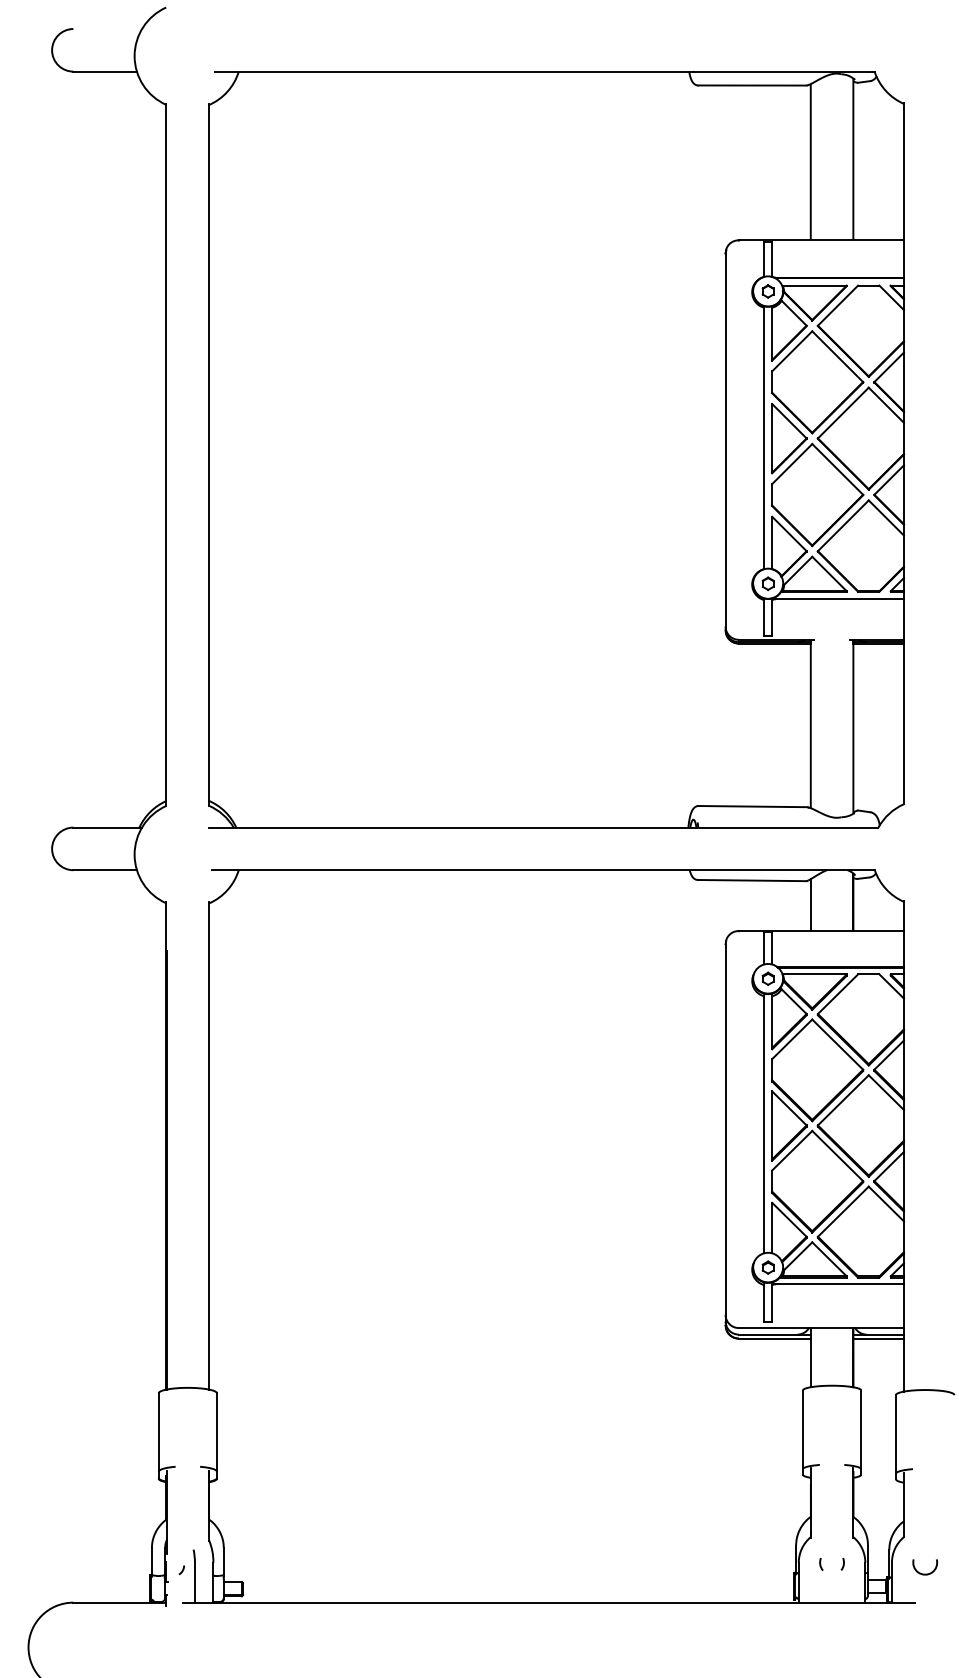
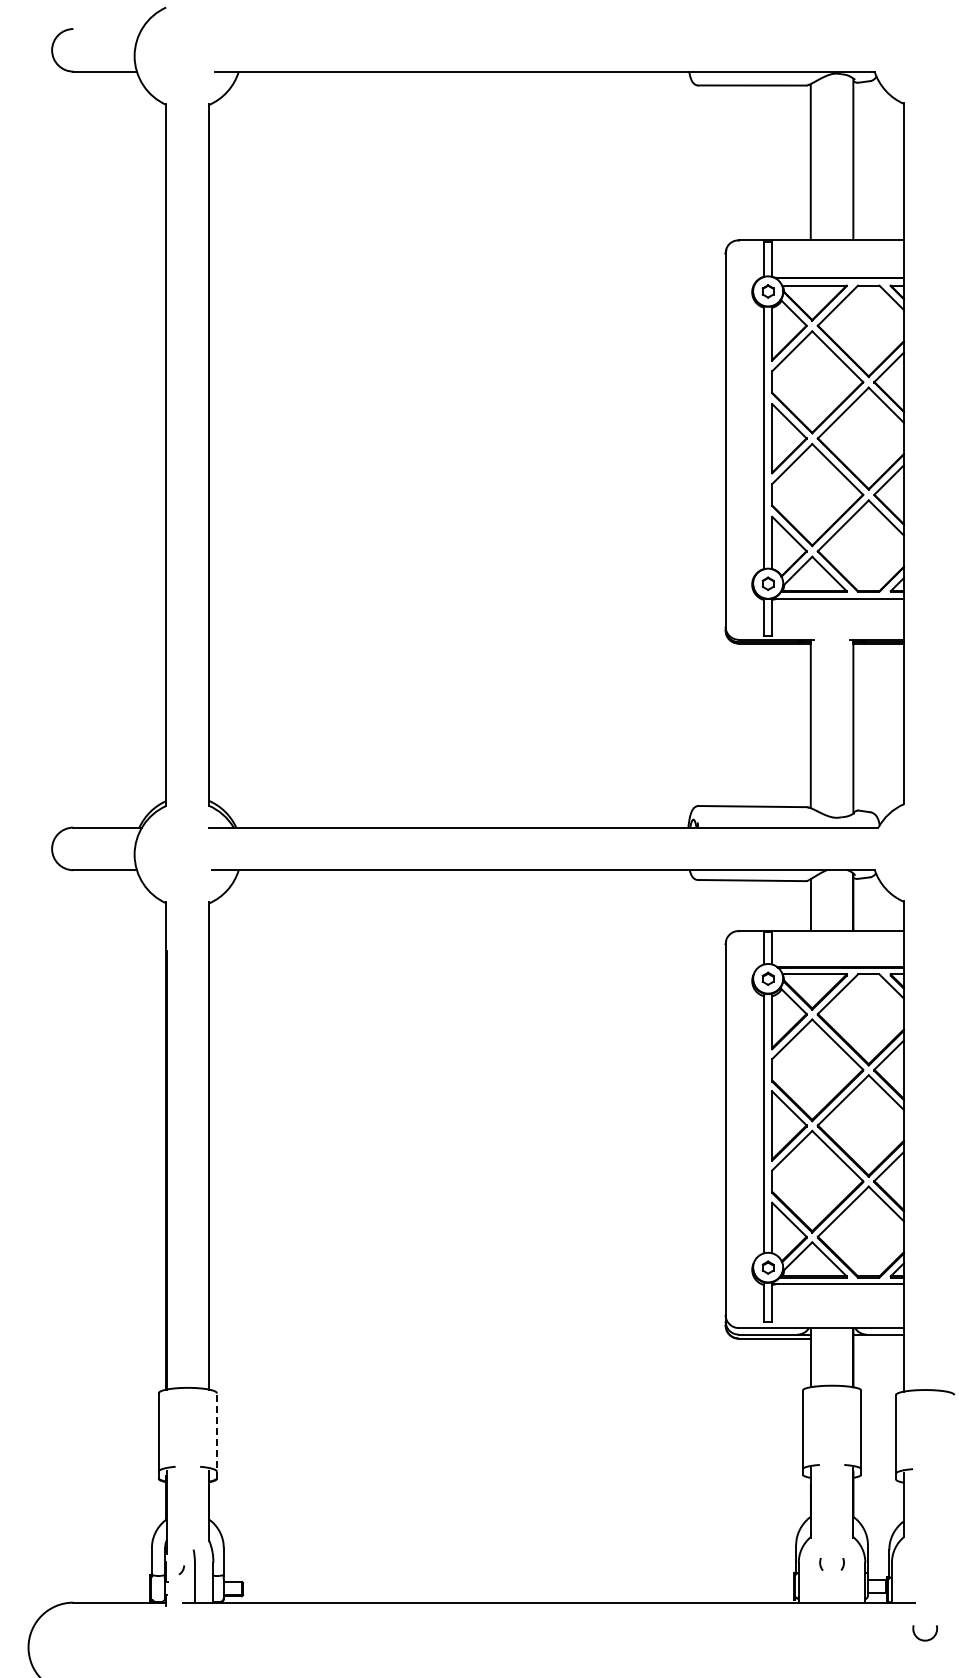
line at (878, 1338): present -> none
line at (217, 1436): solid -> dashed
arc at (925, 1573) position: (925, 1573) -> (925, 1639)
